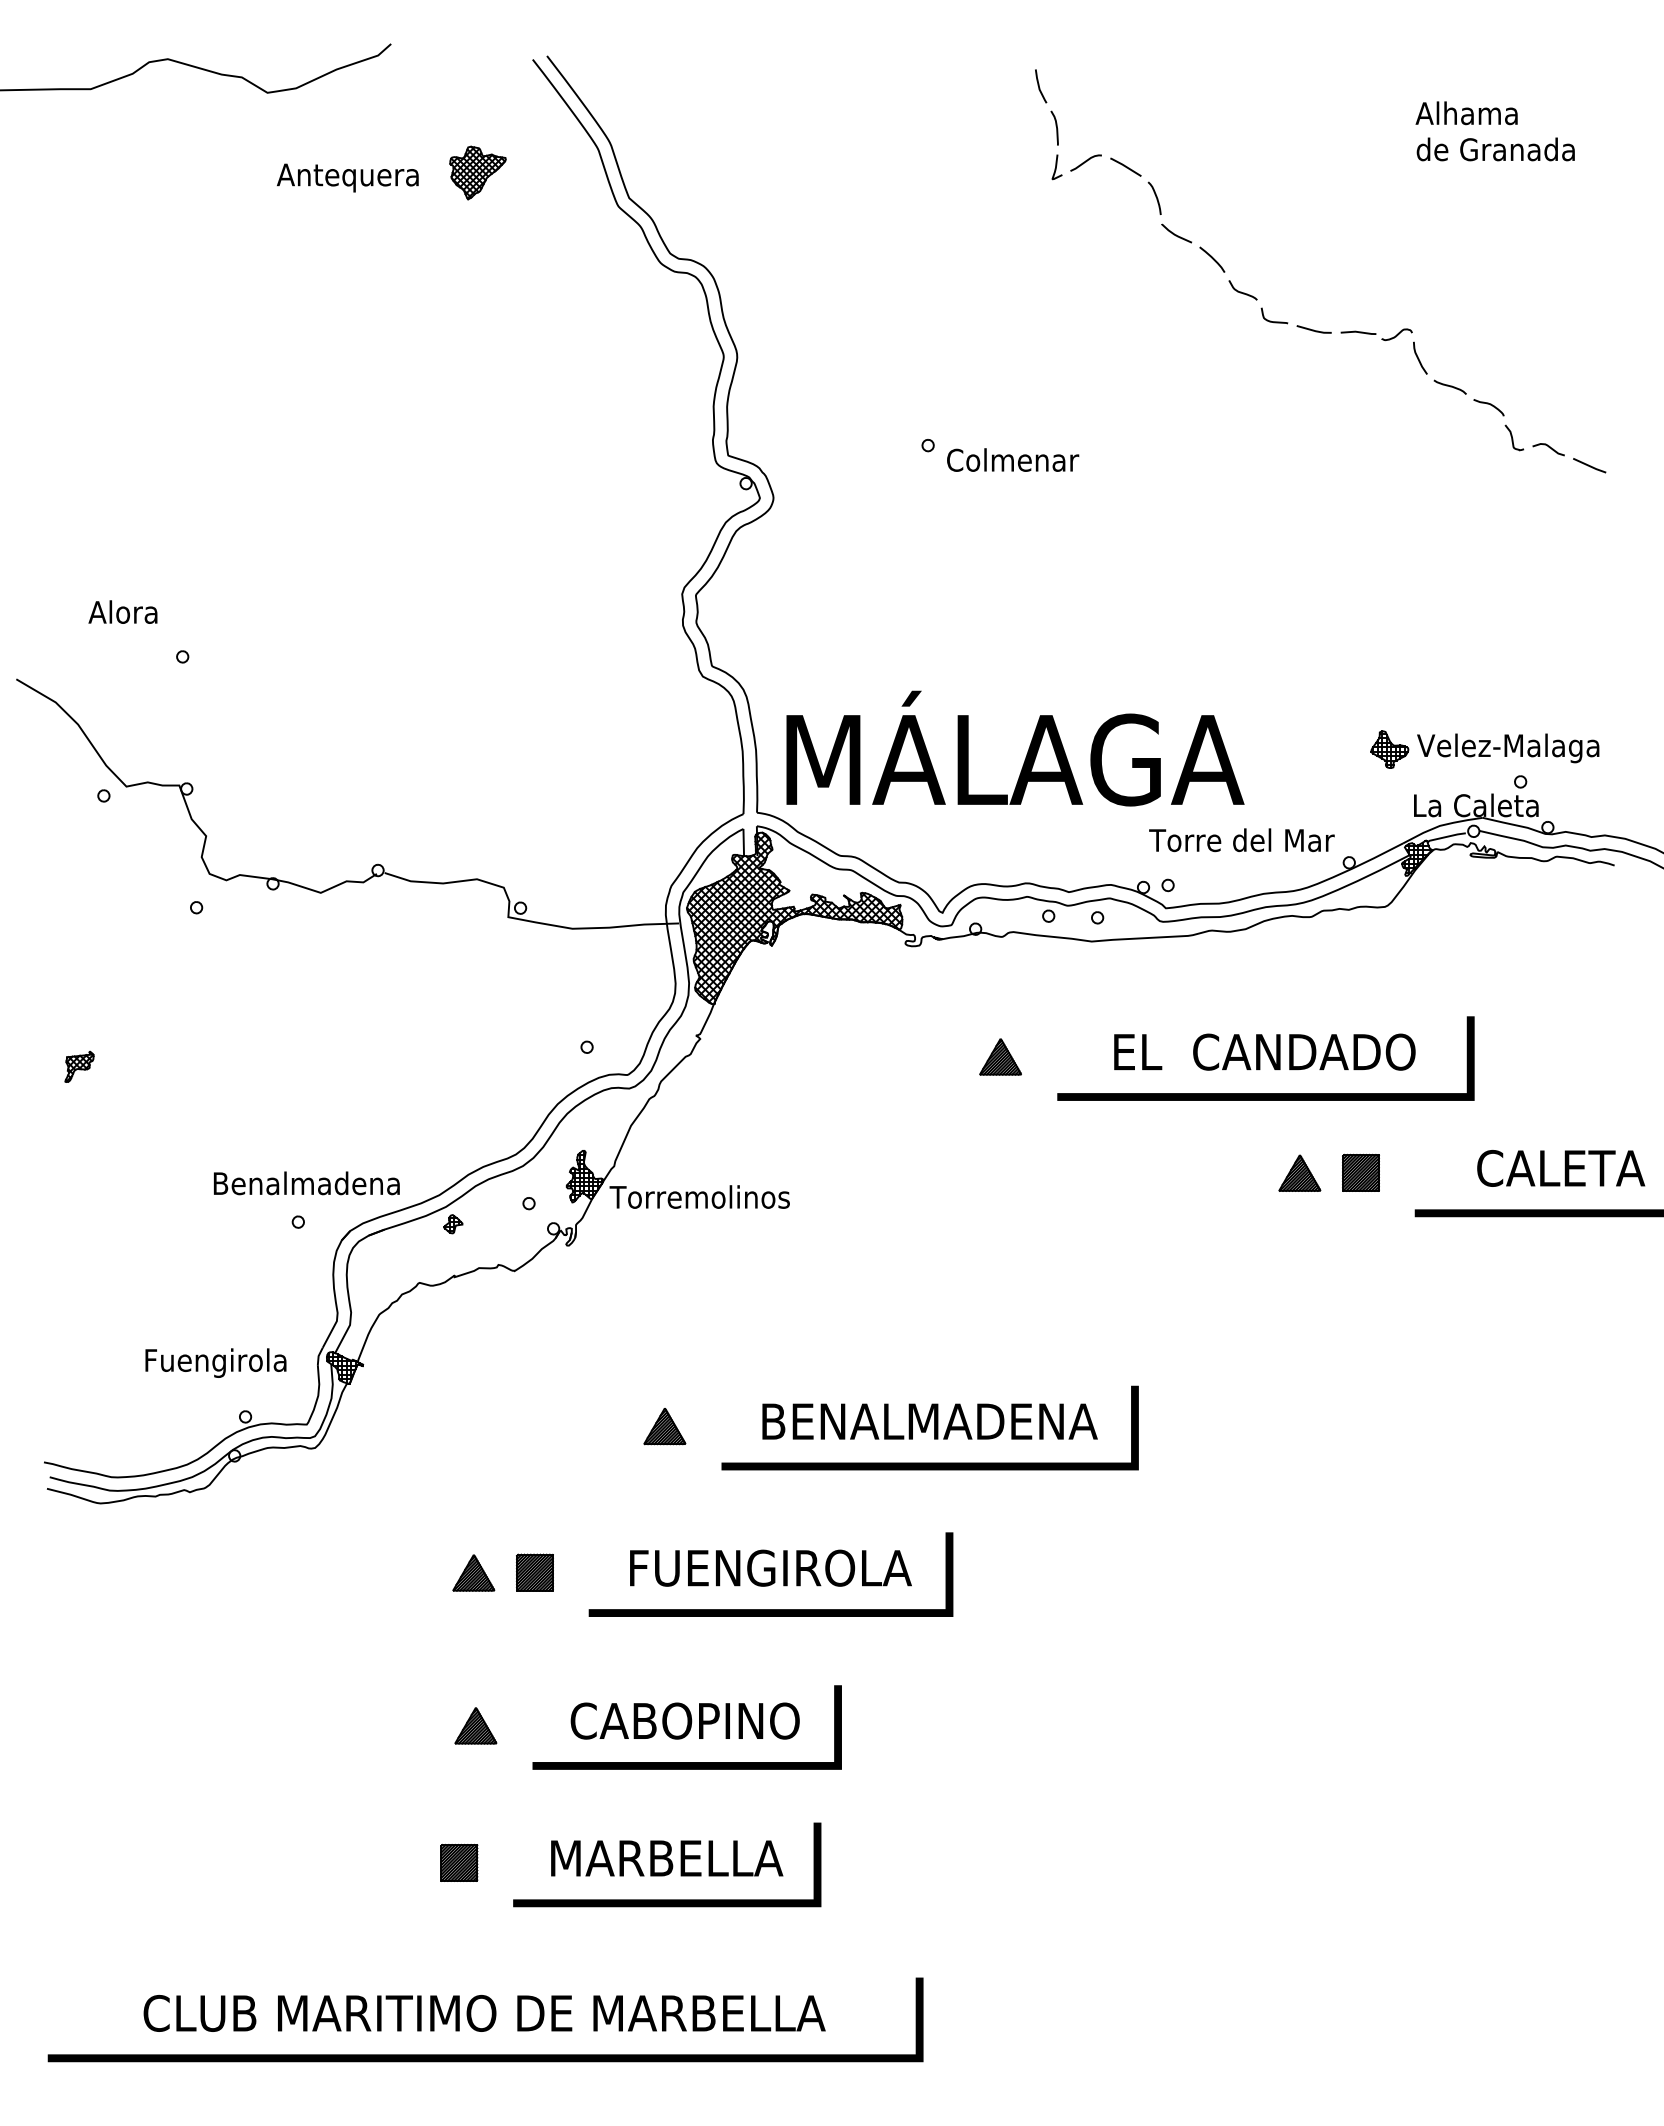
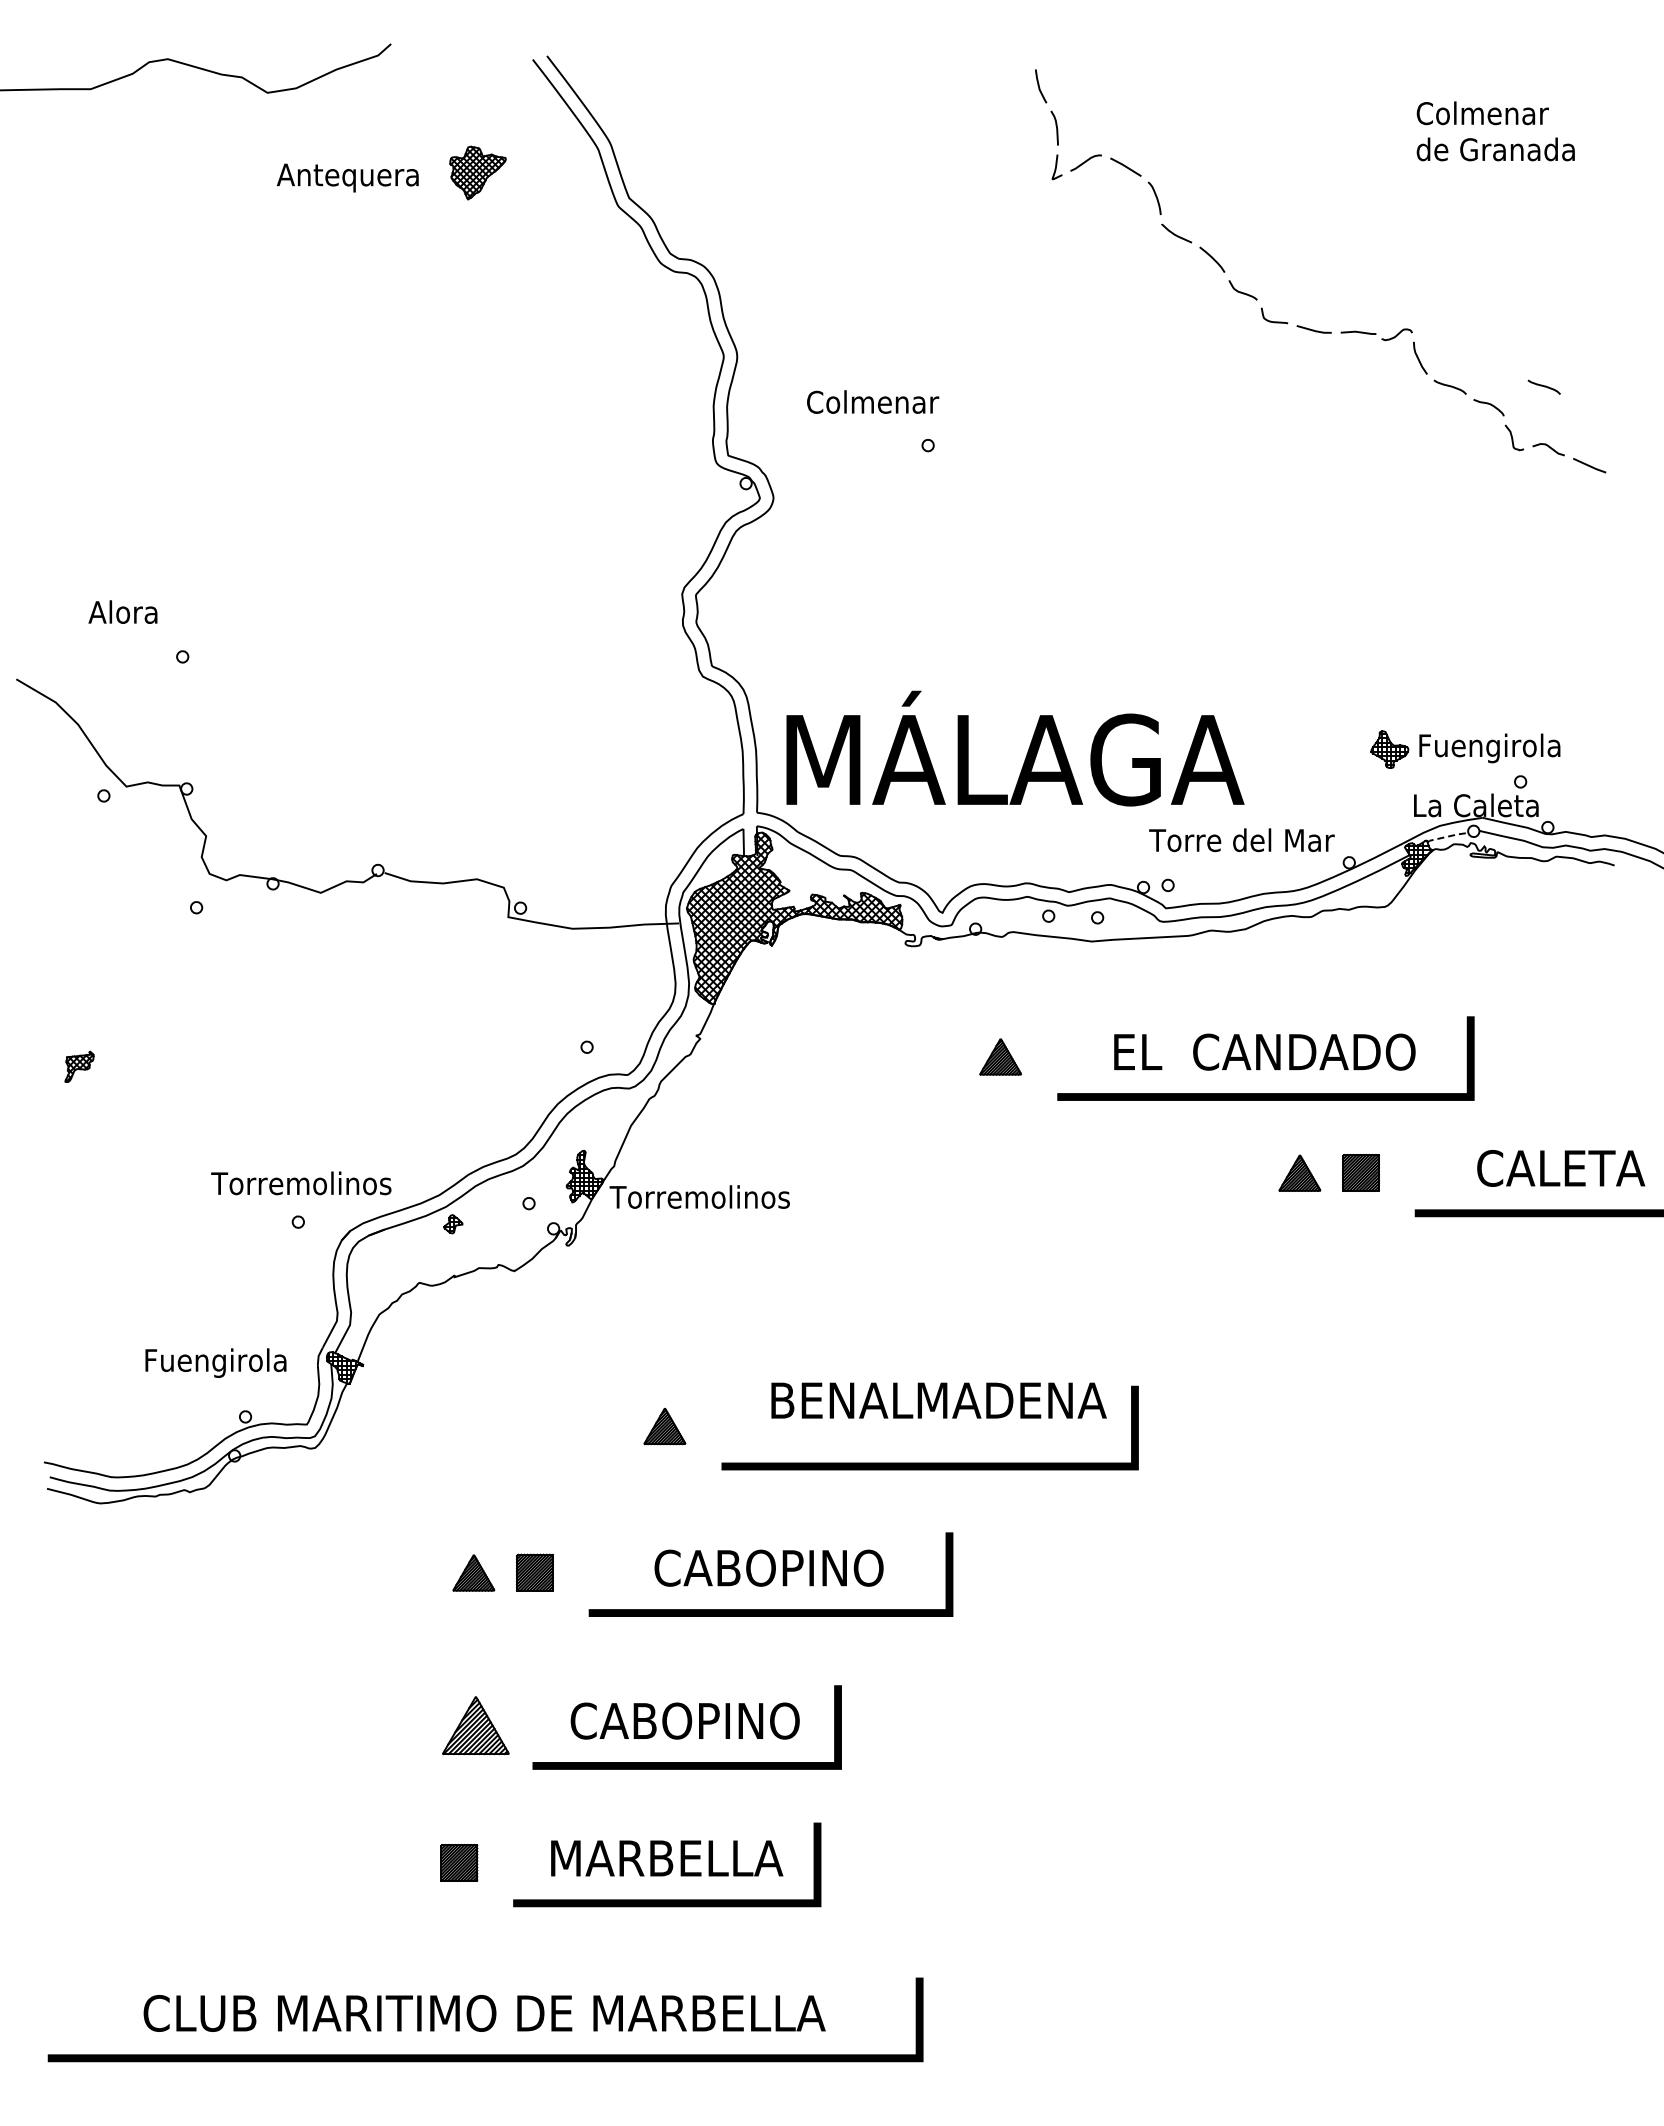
text at (1481, 113): Alhama -> Colmenar
curve at (1543, 386): none -> present
text at (1013, 459) position: (1013, 459) -> (873, 401)
text at (1508, 748): Velez-Malaga -> Fuengirola
line at (1445, 837): solid -> dashed
text at (305, 1183): Benalmadena -> Torremolinos
text at (929, 1421) position: (929, 1421) -> (938, 1400)
text at (770, 1567): FUENGIROLA -> CABOPINO
part at (475, 1725) size: 44x38 px -> 68x60 px
